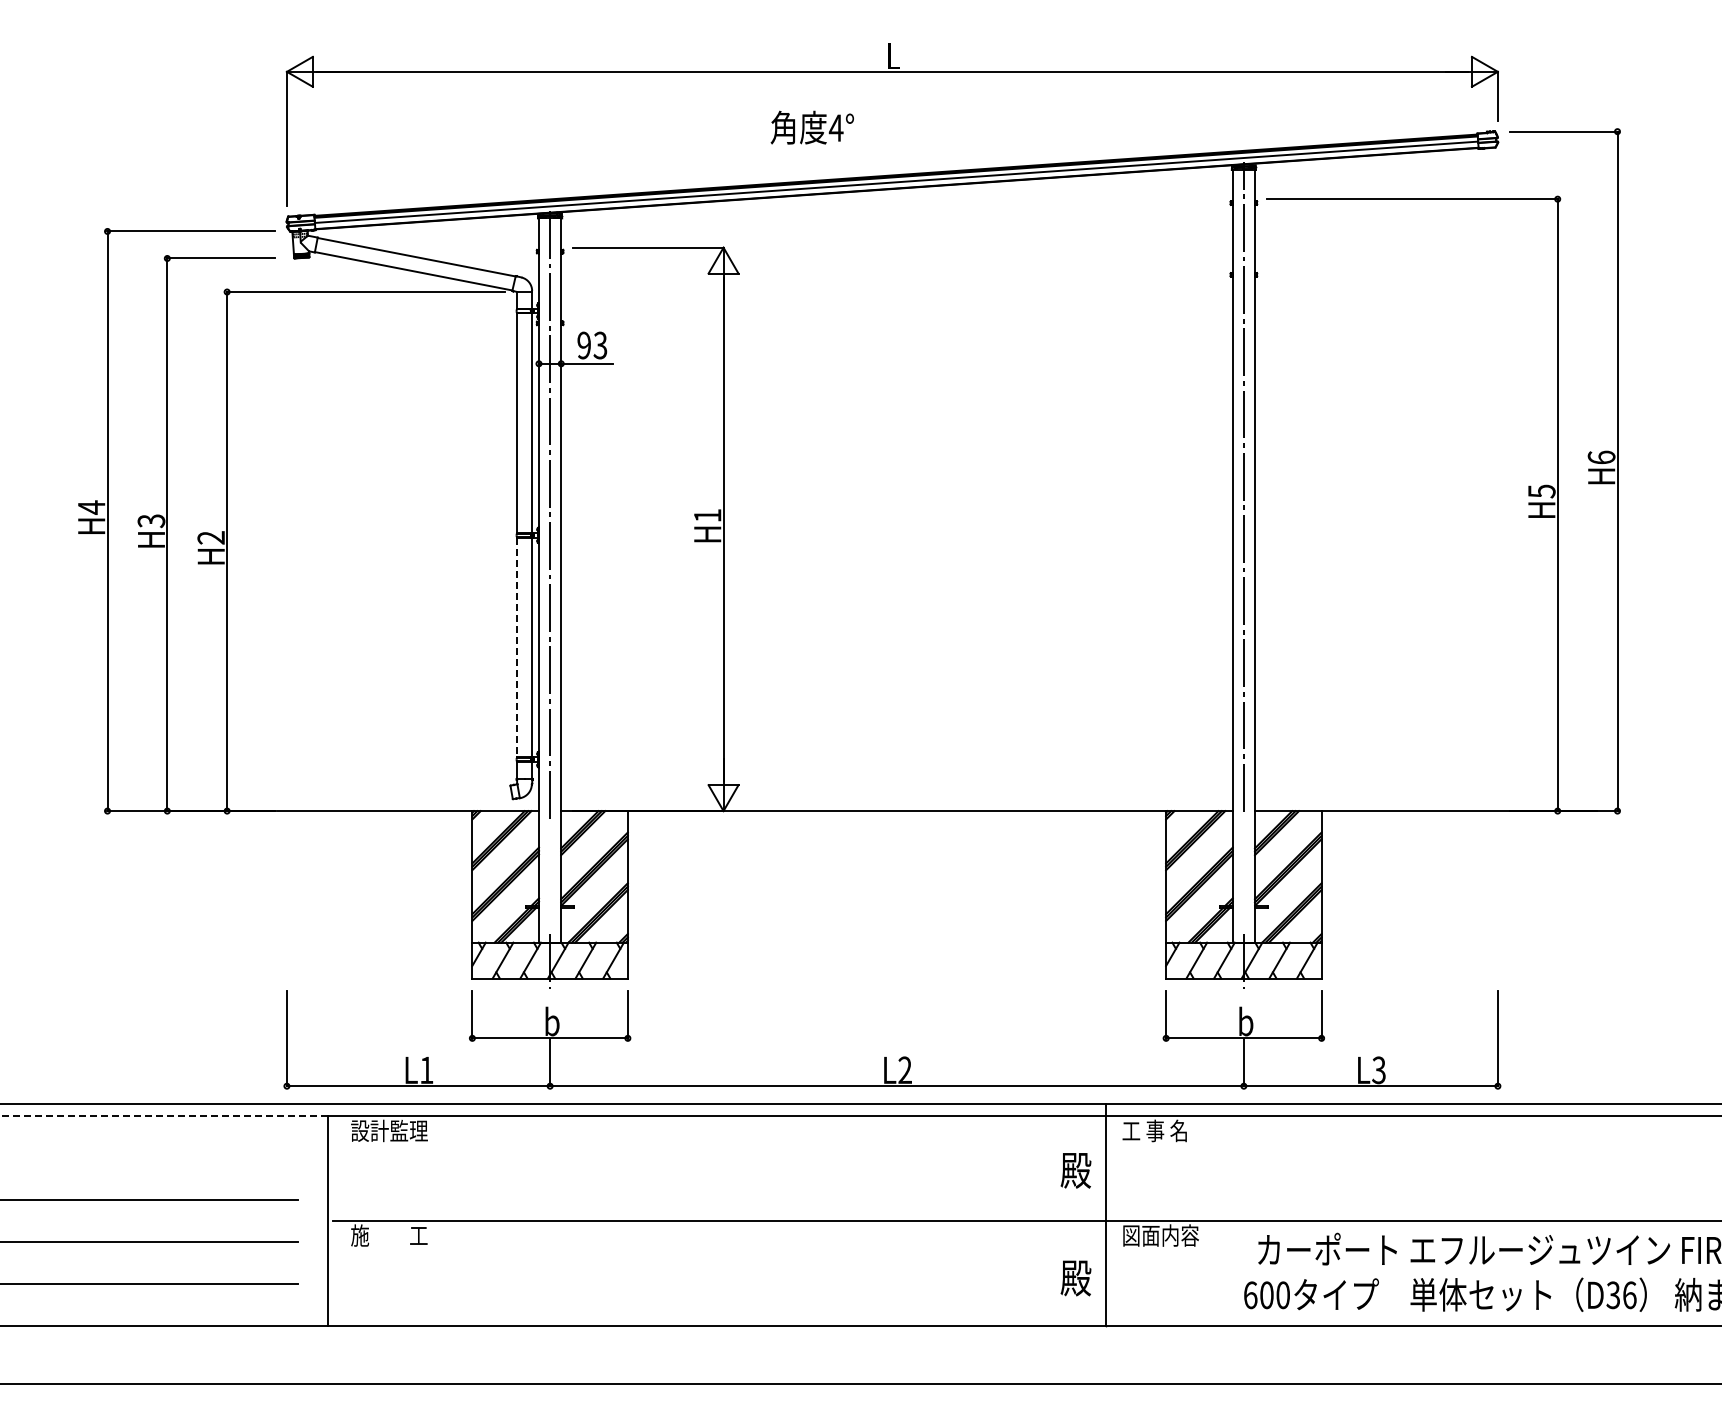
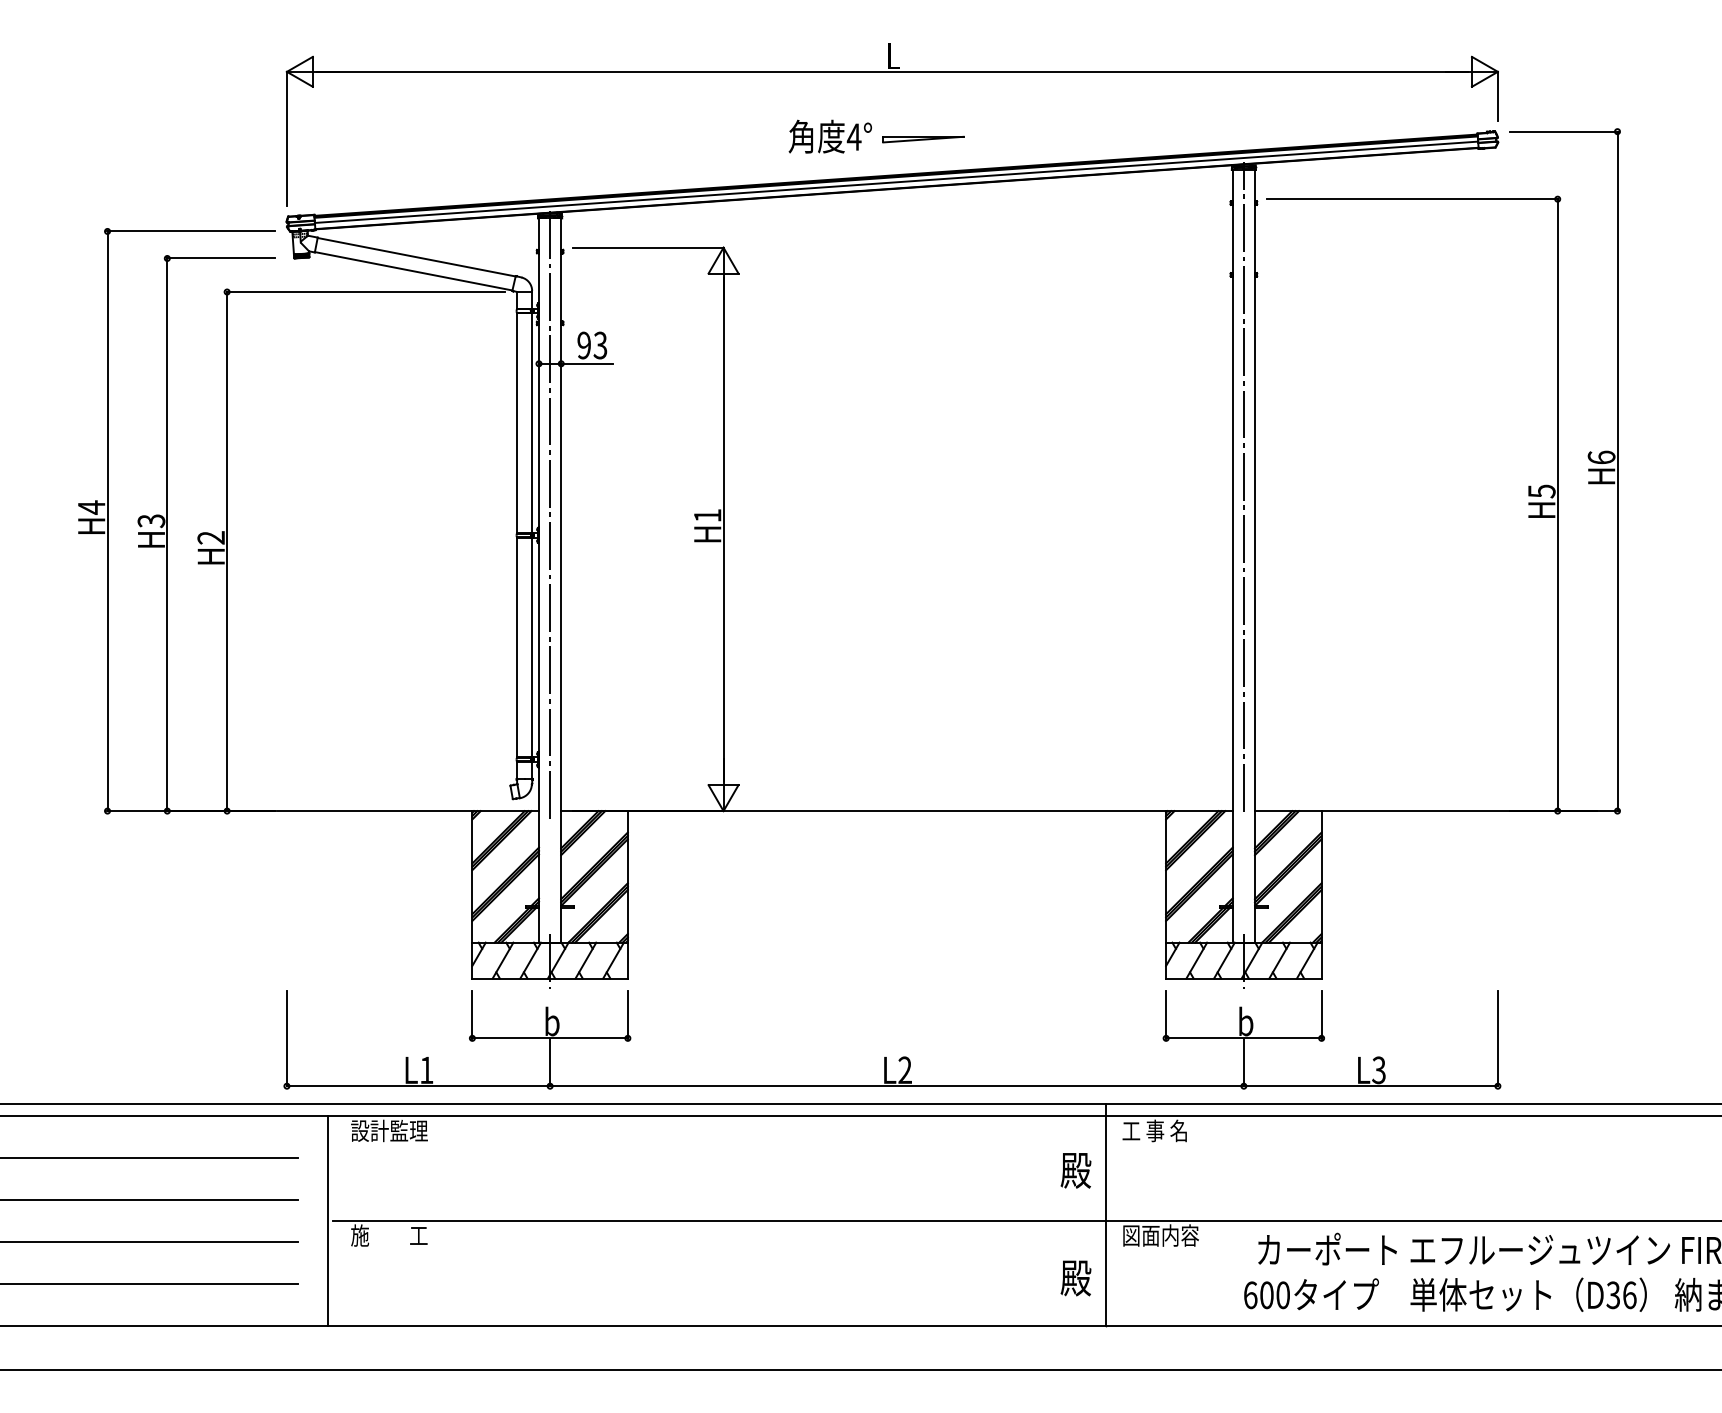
text at (811, 127) position: (811, 127) -> (829, 136)
part at (923, 139): none -> present
line at (517, 647): dashed -> solid
line at (164, 1116): dashed -> solid
line at (150, 1158): none -> present
line at (860, 1384) position: (860, 1384) -> (860, 1370)
